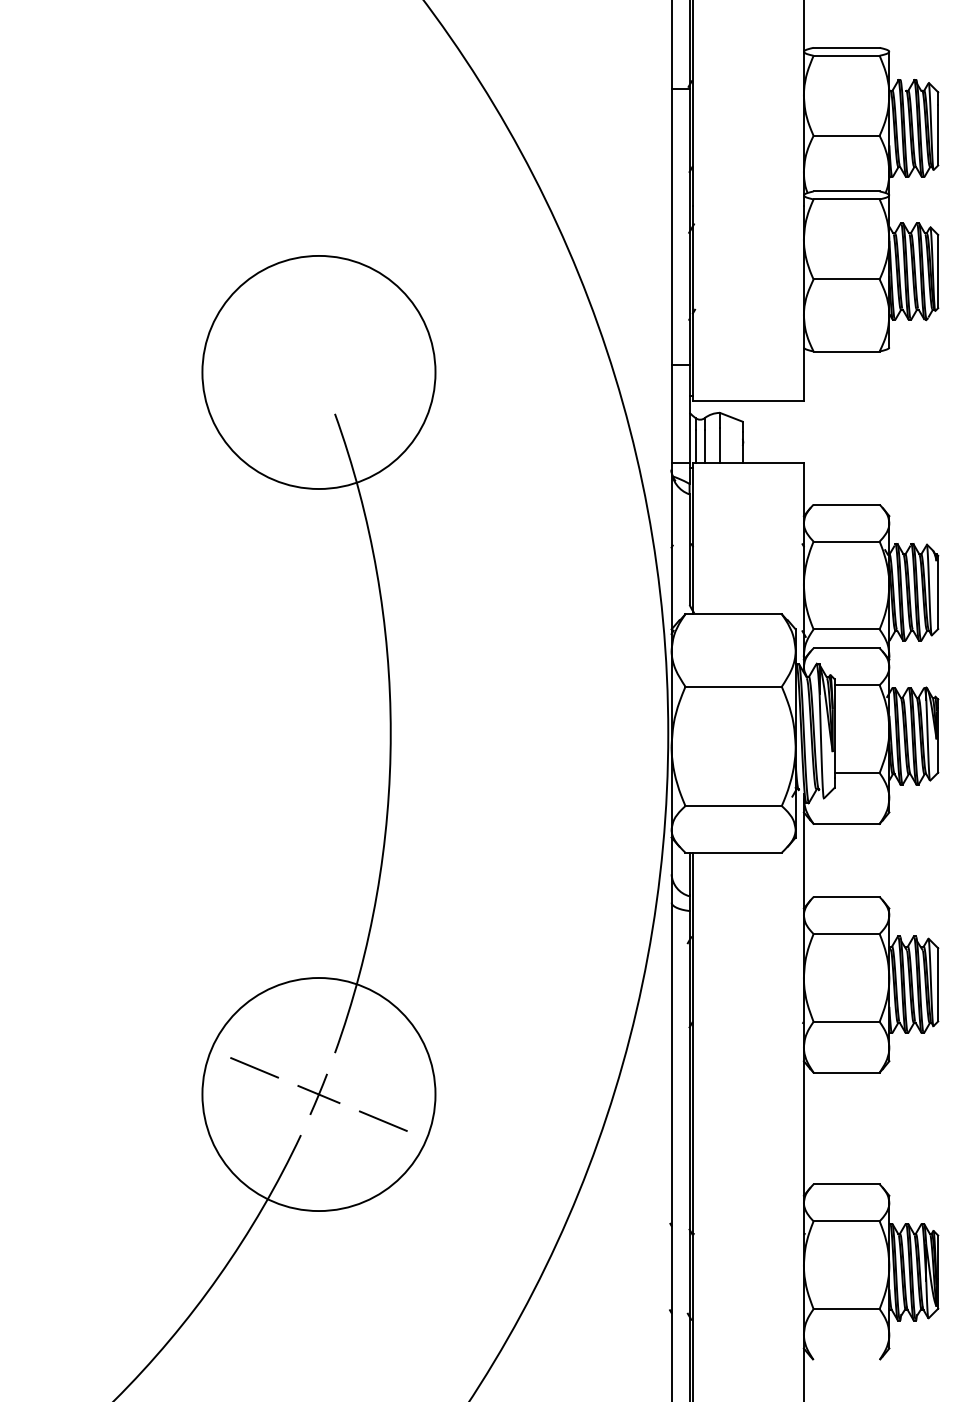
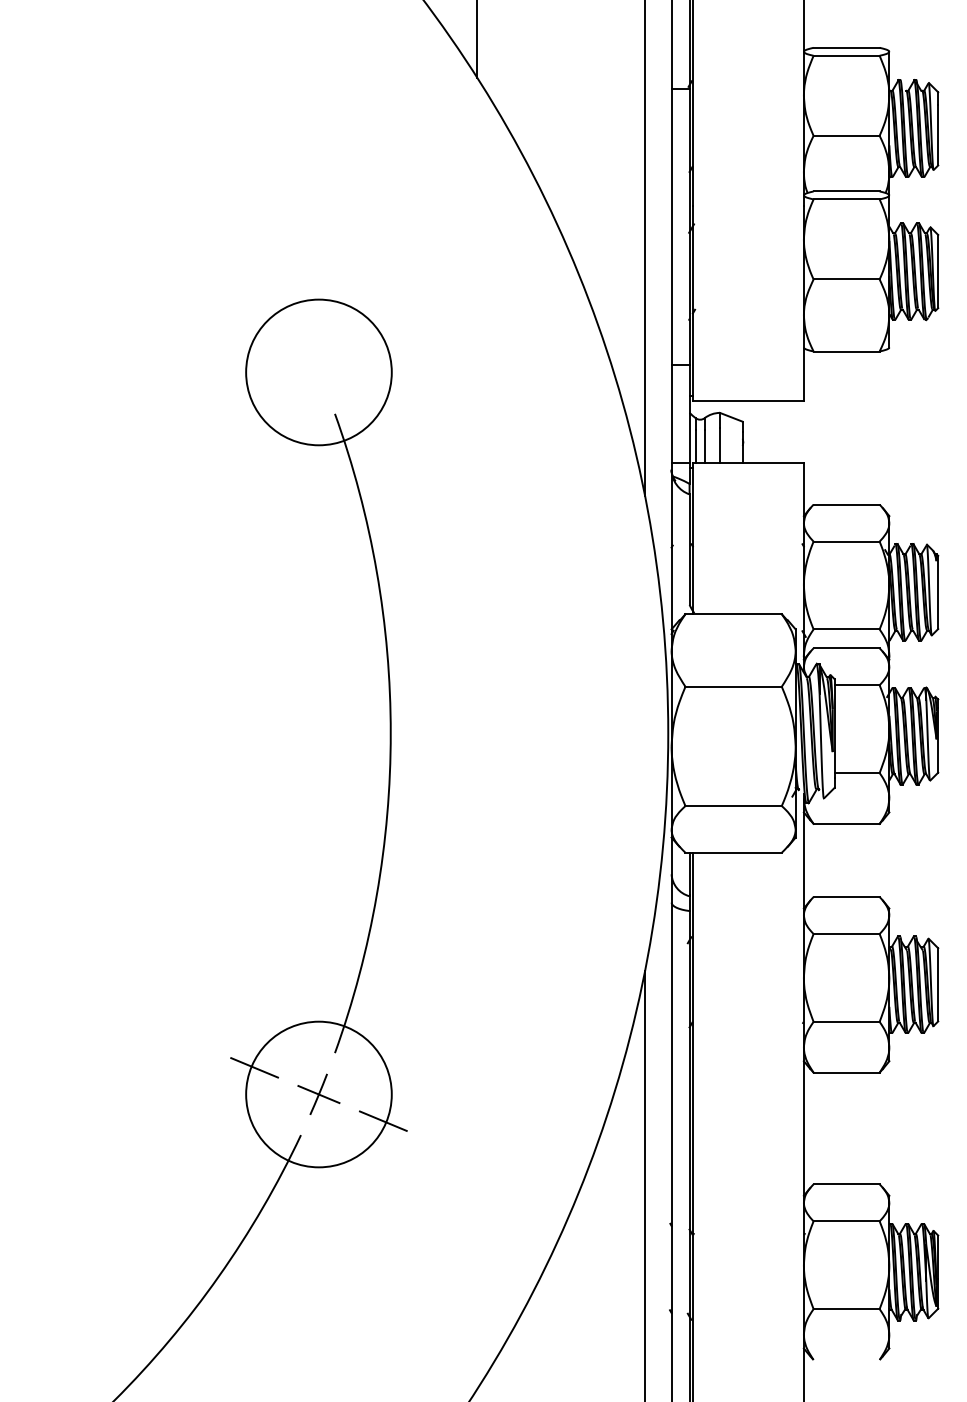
line at (477, 39): none -> present
line at (644, 249): none -> present
circle at (318, 372) diameter: 233 px -> 146 px
circle at (318, 1094) diameter: 233 px -> 146 px
line at (644, 1184): none -> present
